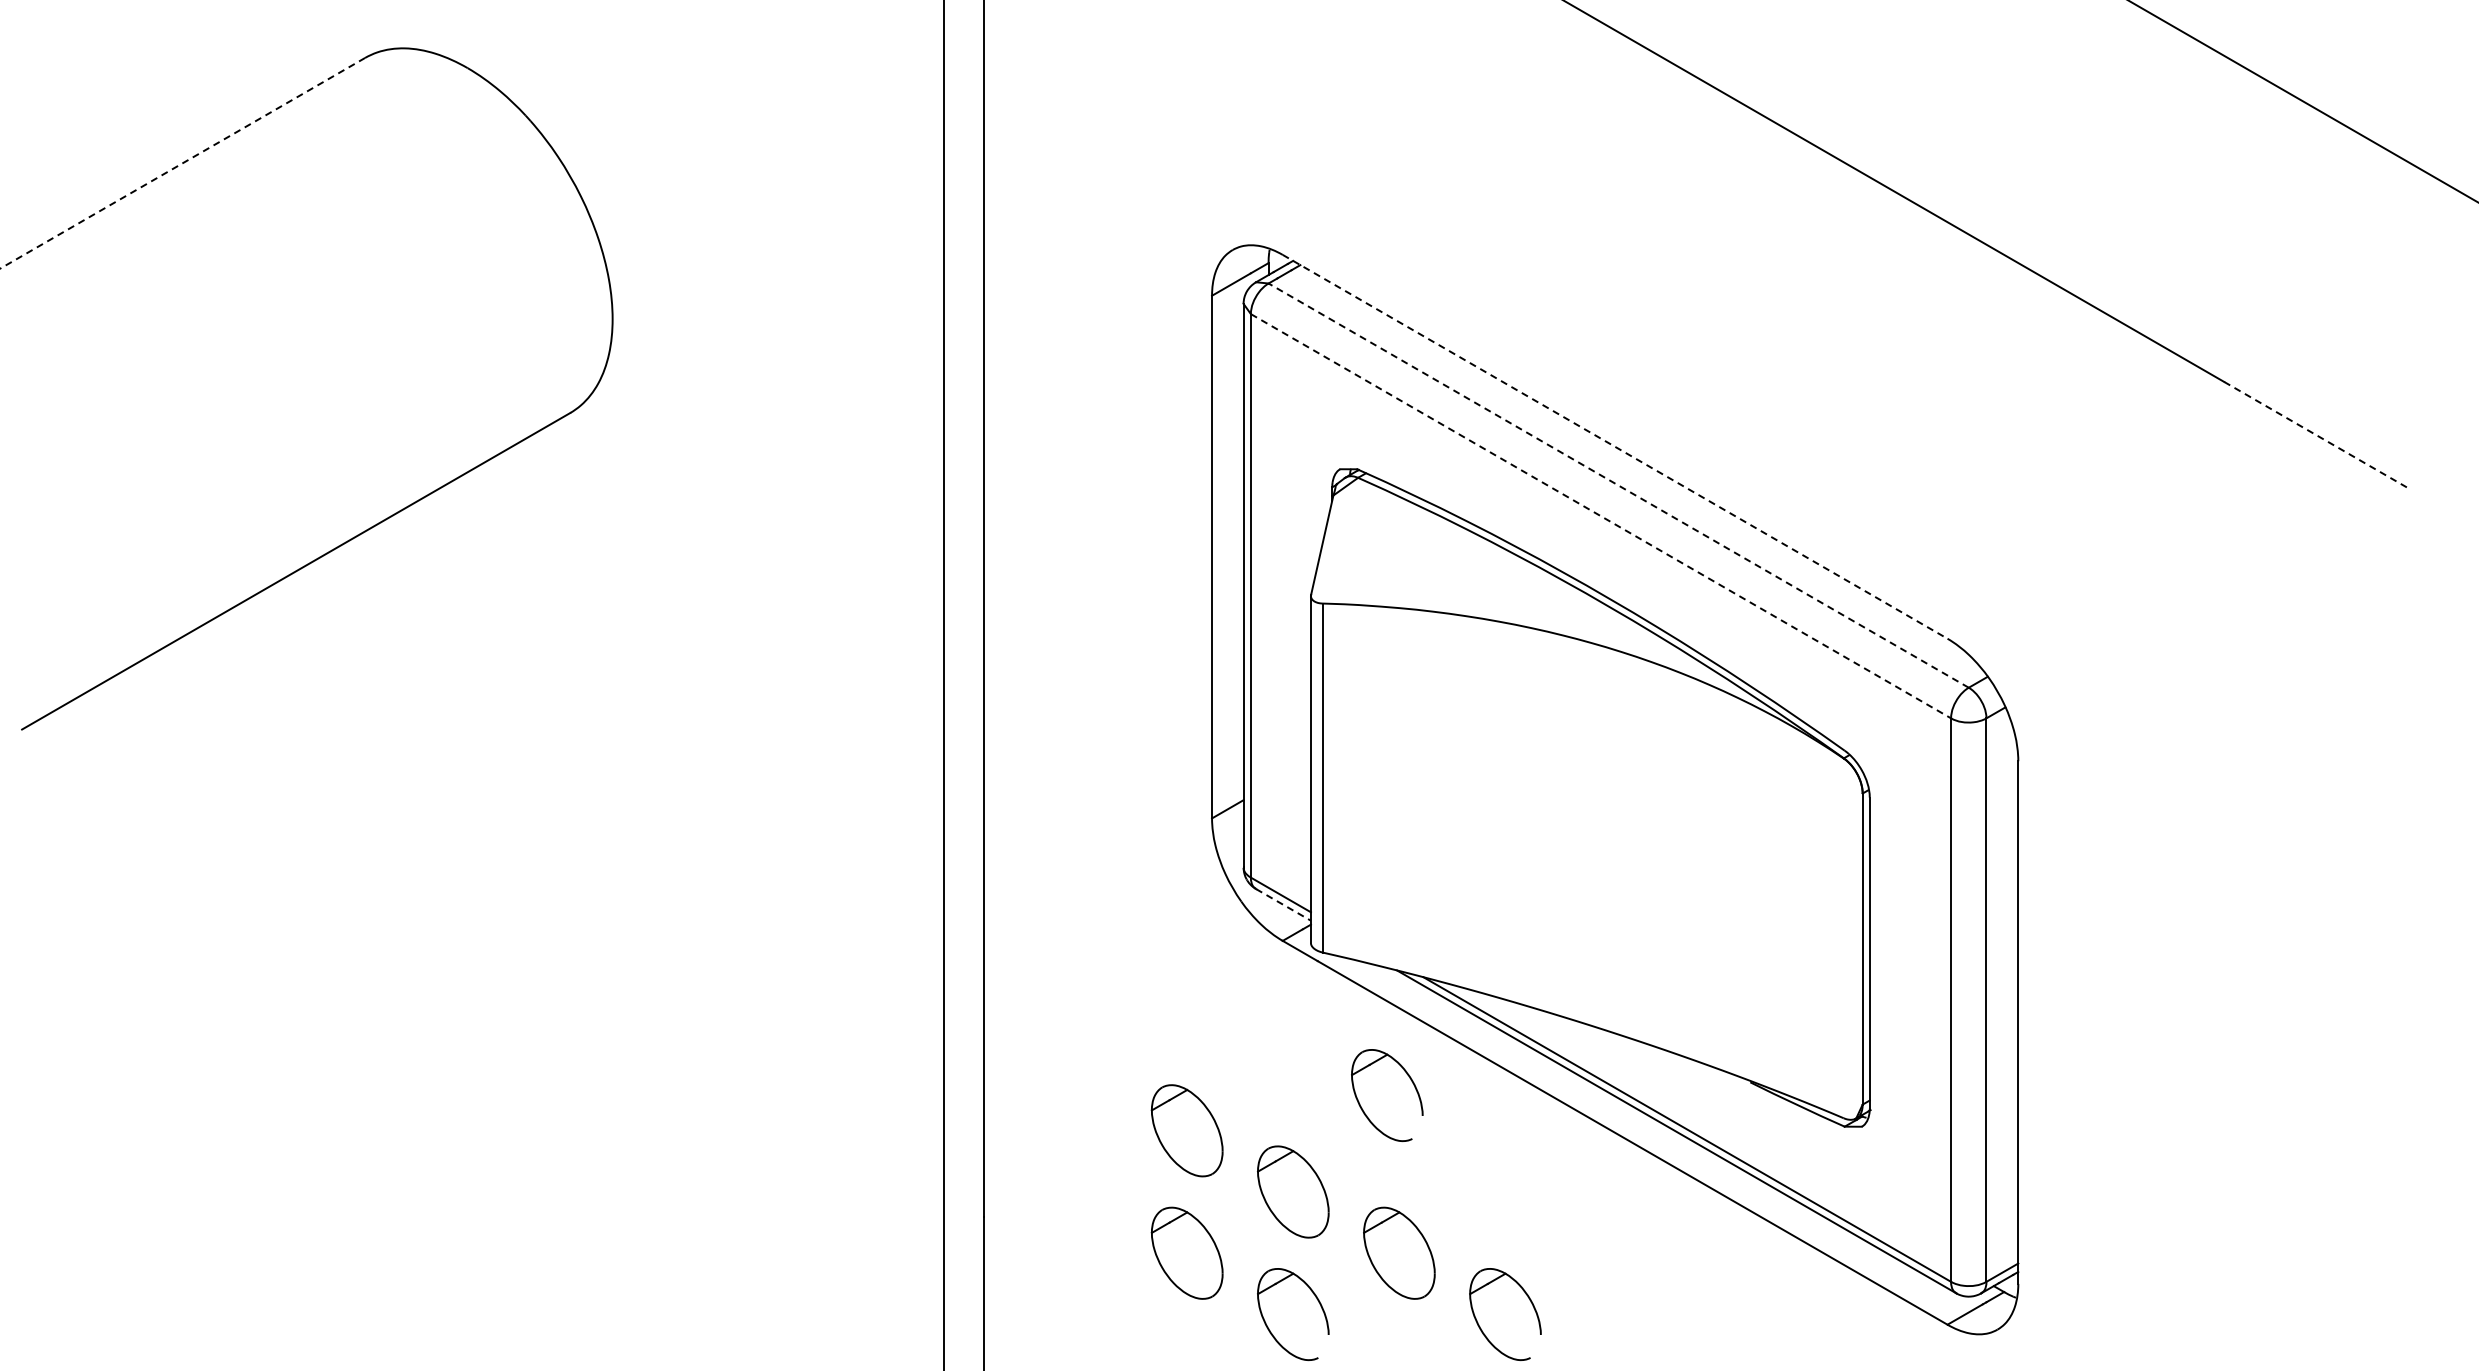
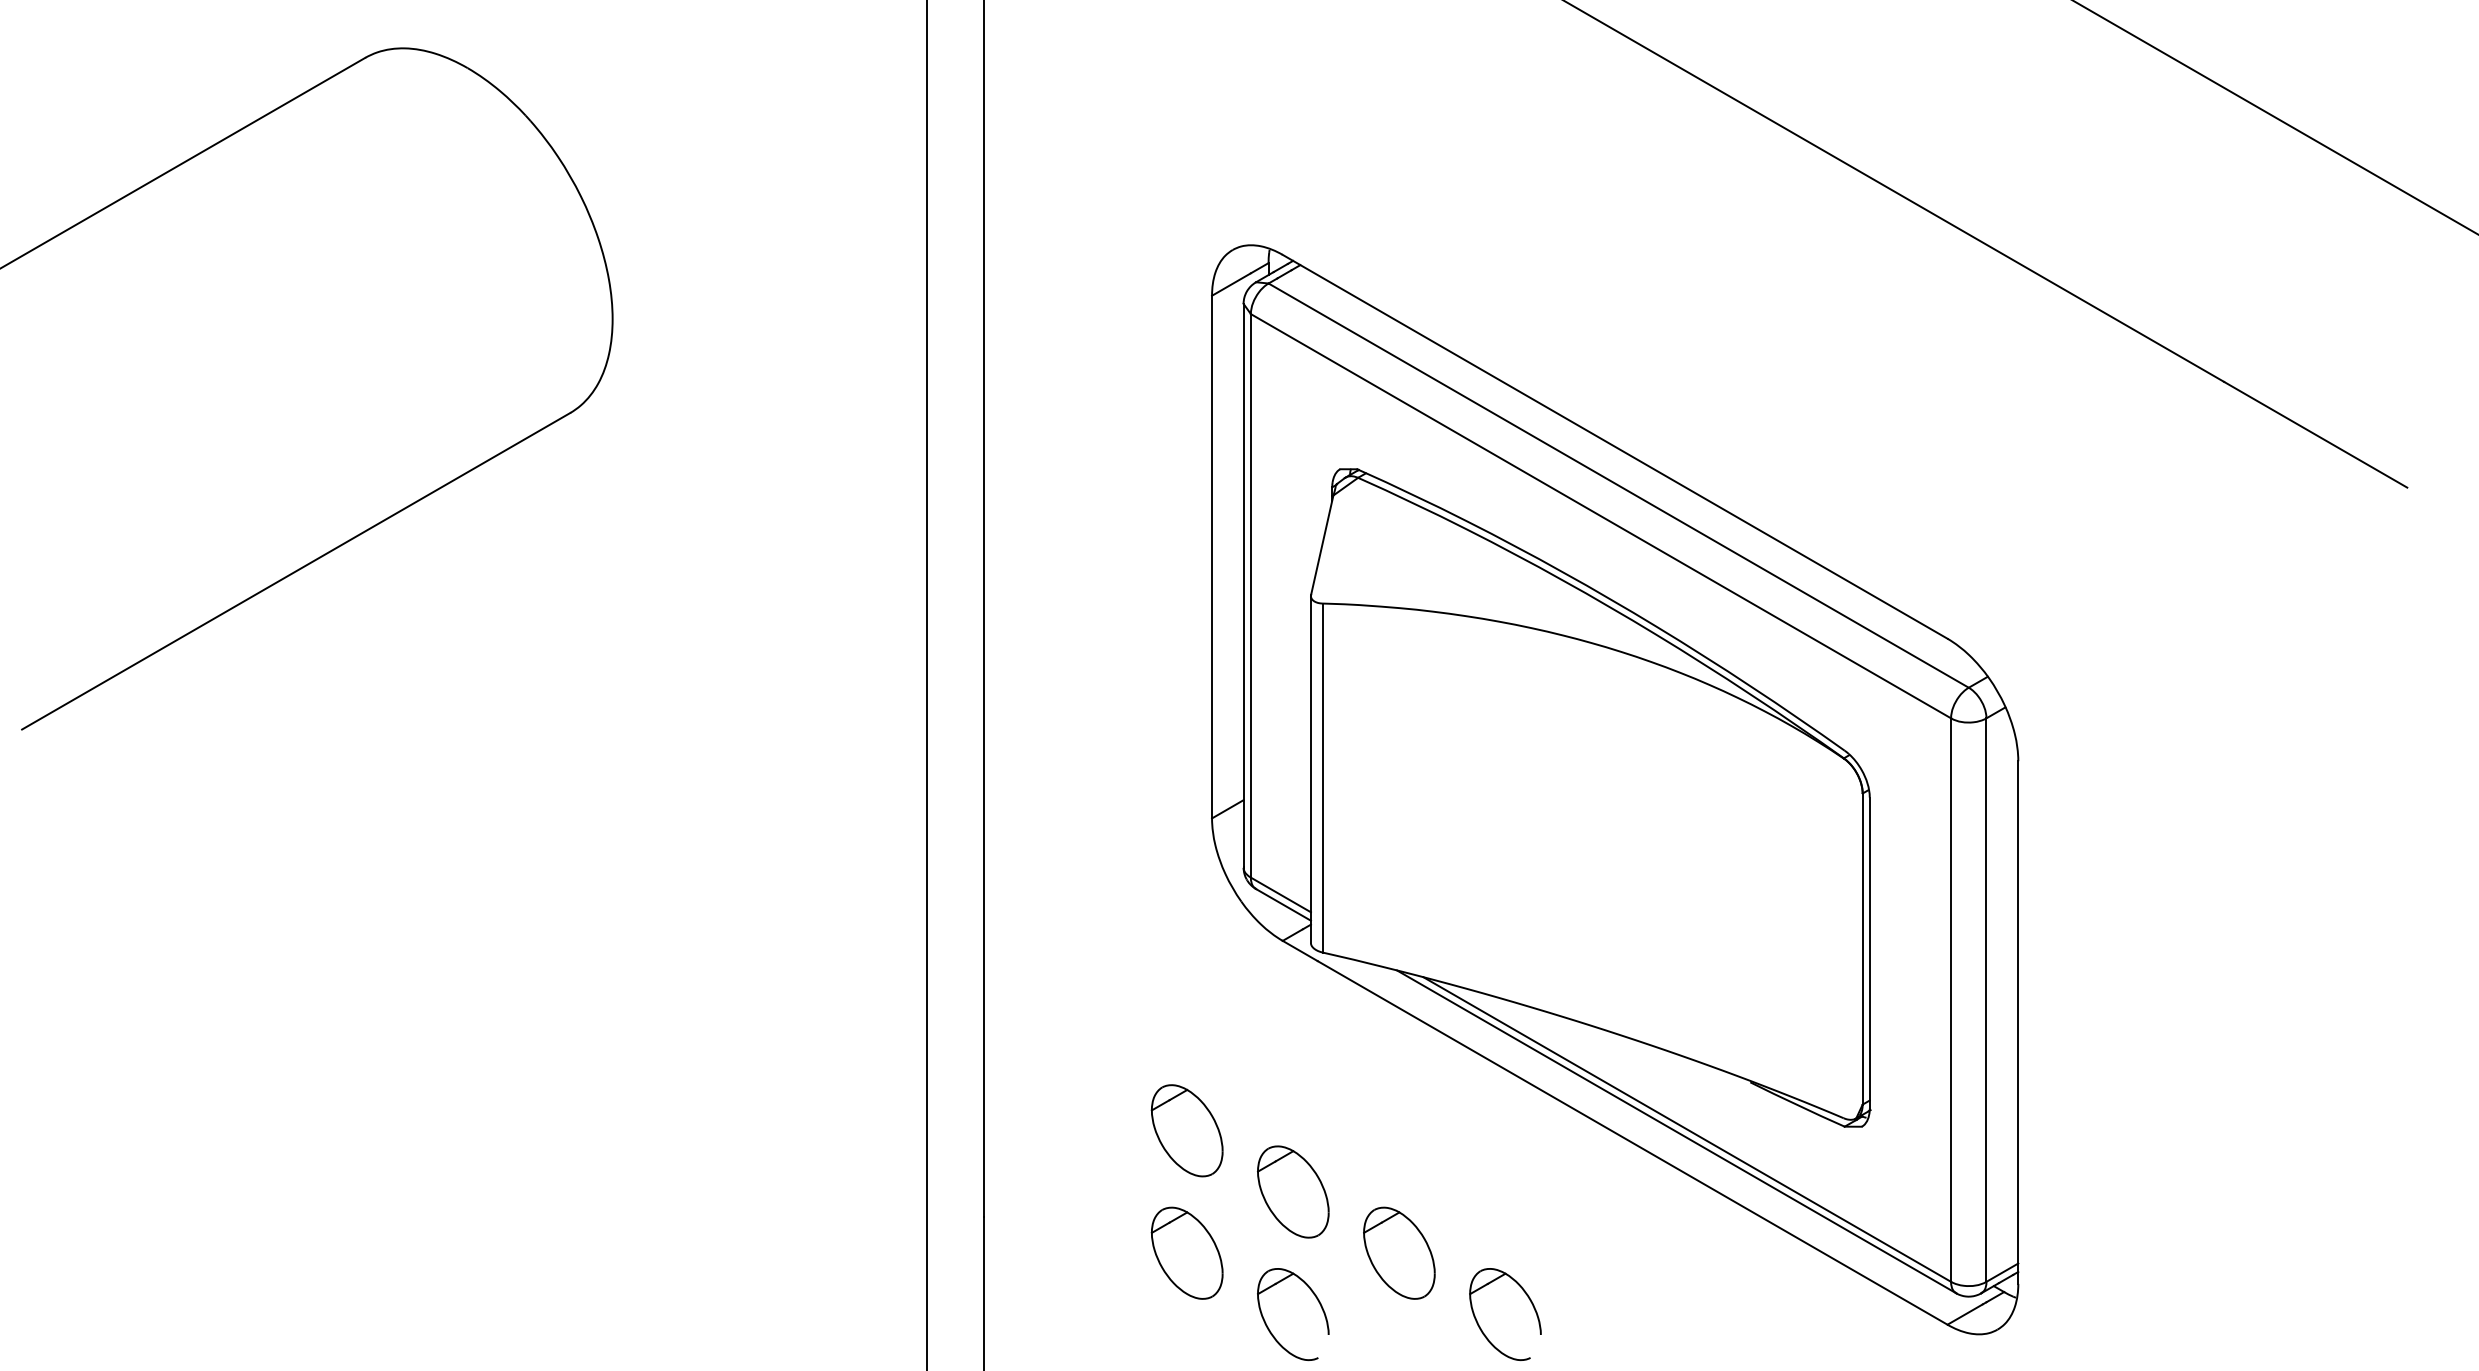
line at (2303, 101) position: (2303, 101) -> (2275, 117)
line at (182, 163): dashed -> solid
line at (2315, 434): dashed -> solid
line at (1615, 446): dashed -> solid
line at (1618, 485): dashed -> solid
line at (1601, 516): dashed -> solid
line at (944, 684) position: (944, 684) -> (927, 684)
line at (1283, 904): dashed -> solid
part at (1410, 1080): present -> none
